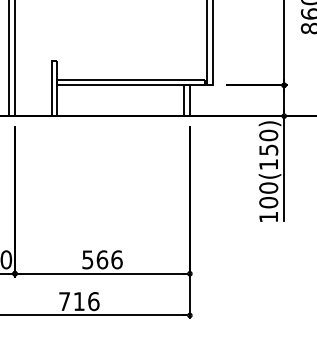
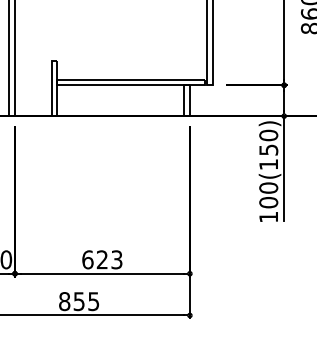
text at (102, 259): 566 -> 623
text at (79, 301): 716 -> 855
